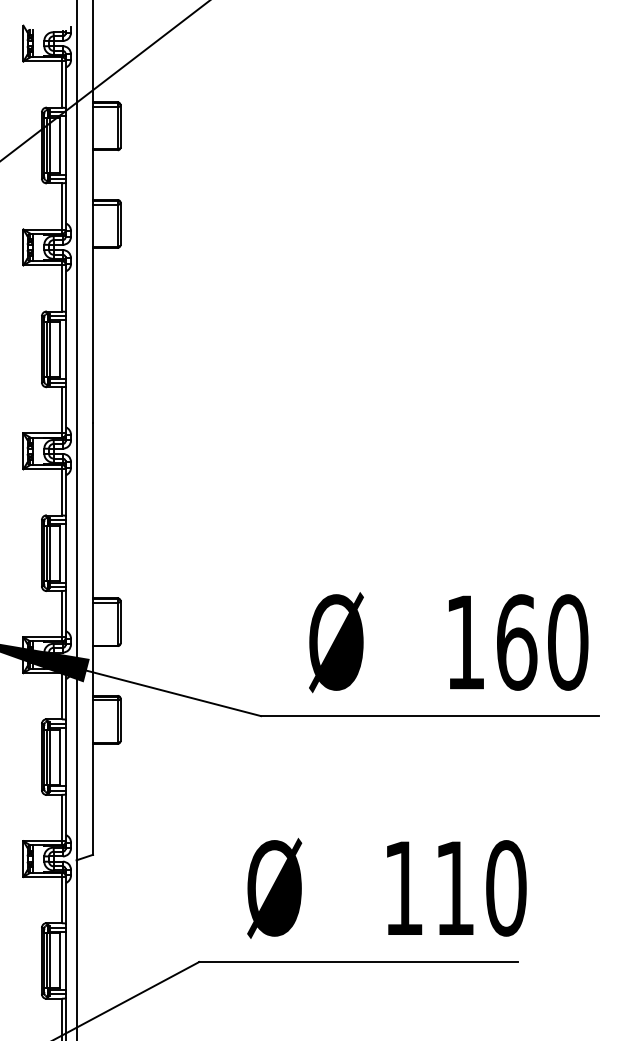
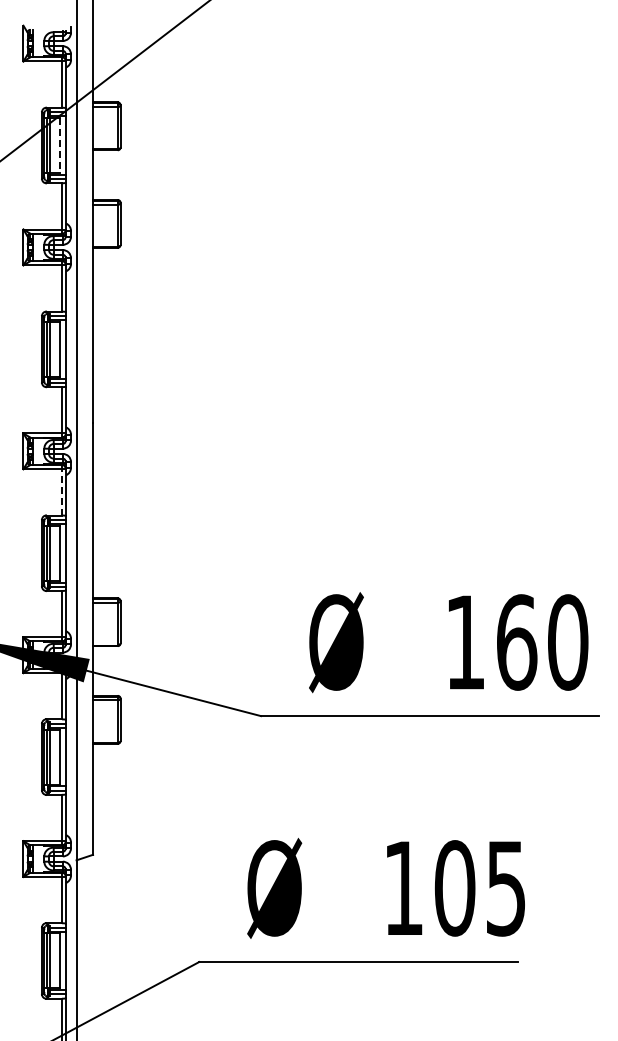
line at (60, 146): solid -> dashed
line at (61, 491): solid -> dashed
text at (480, 888): 110 -> 105
